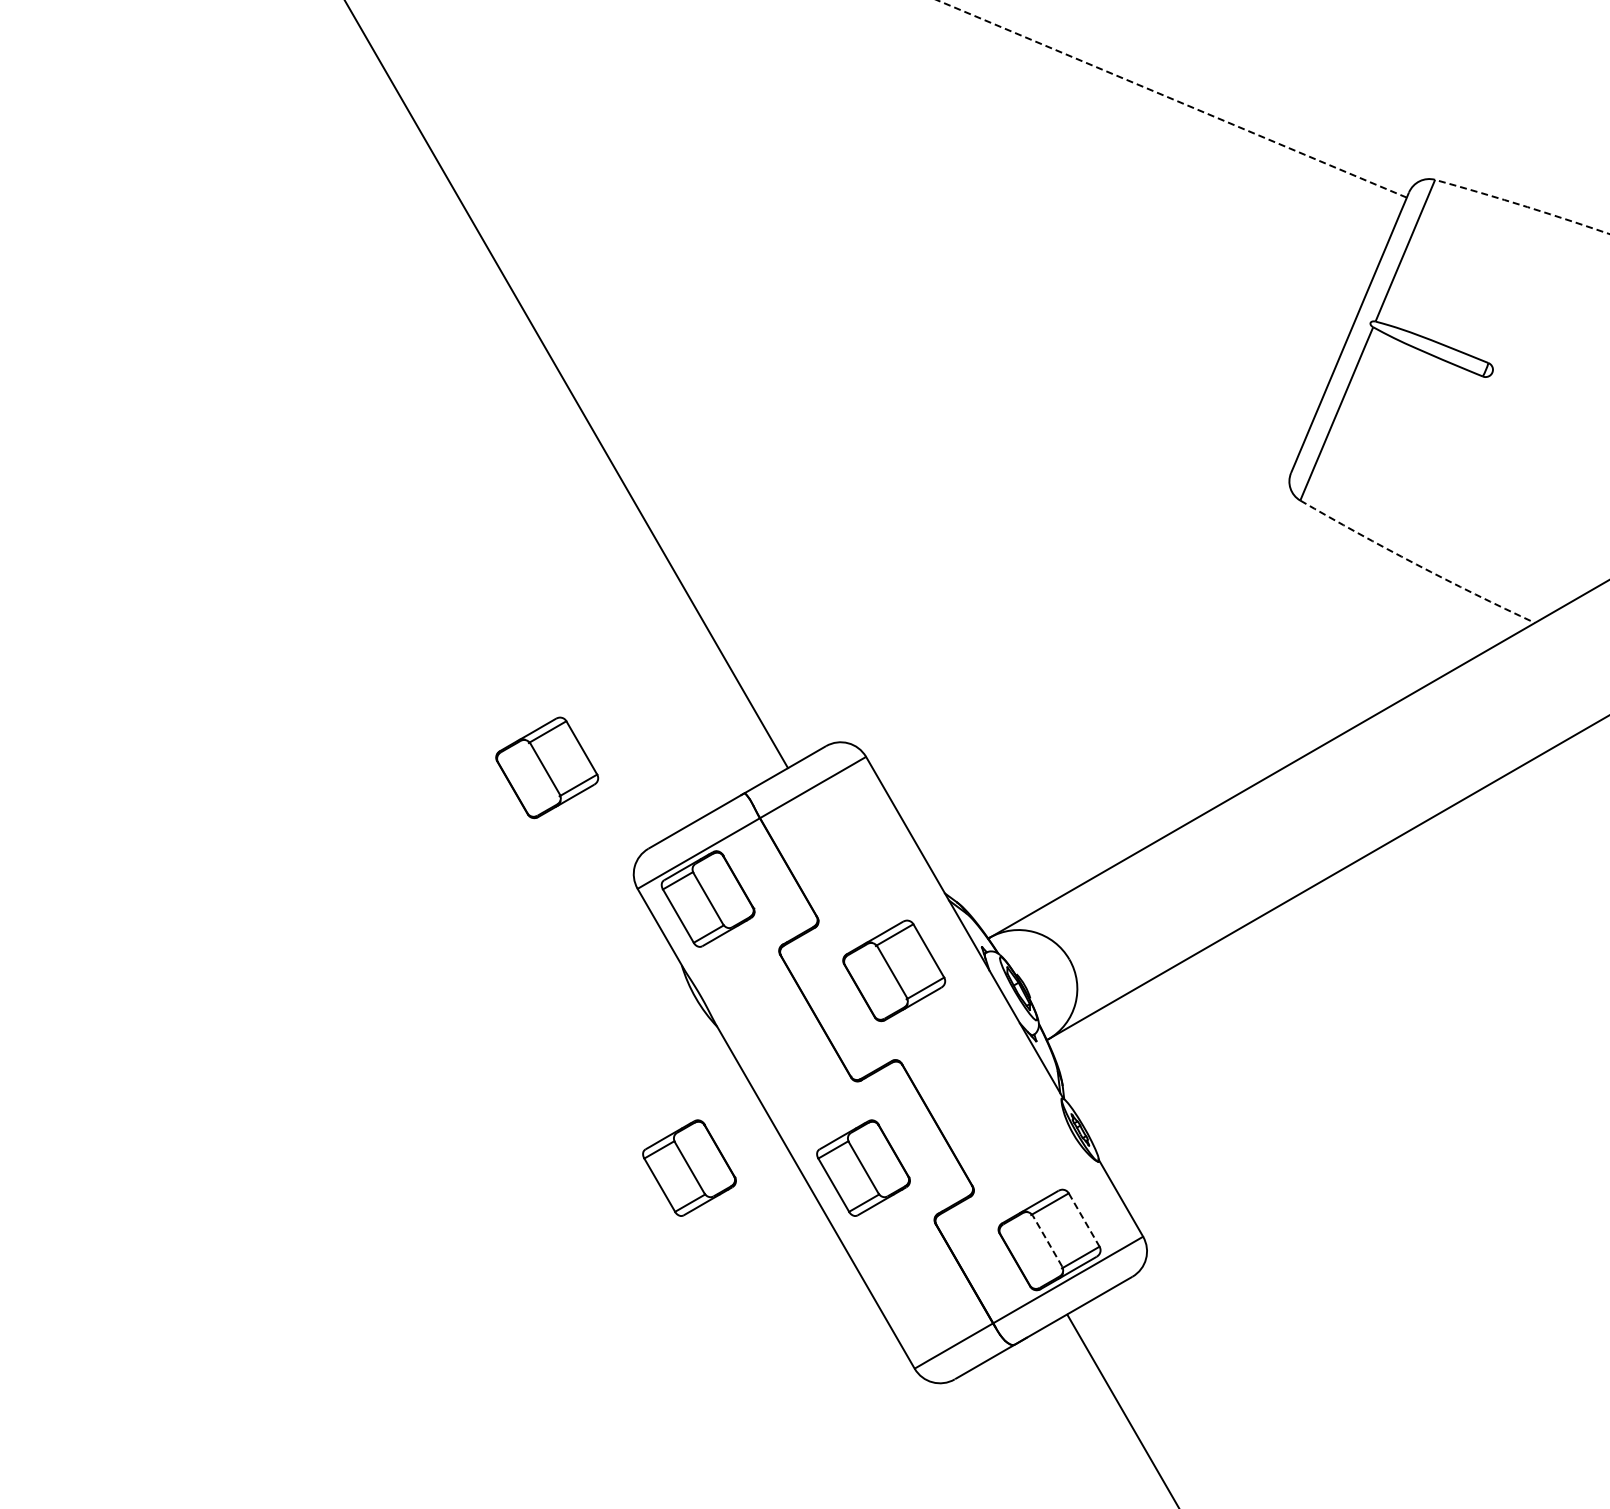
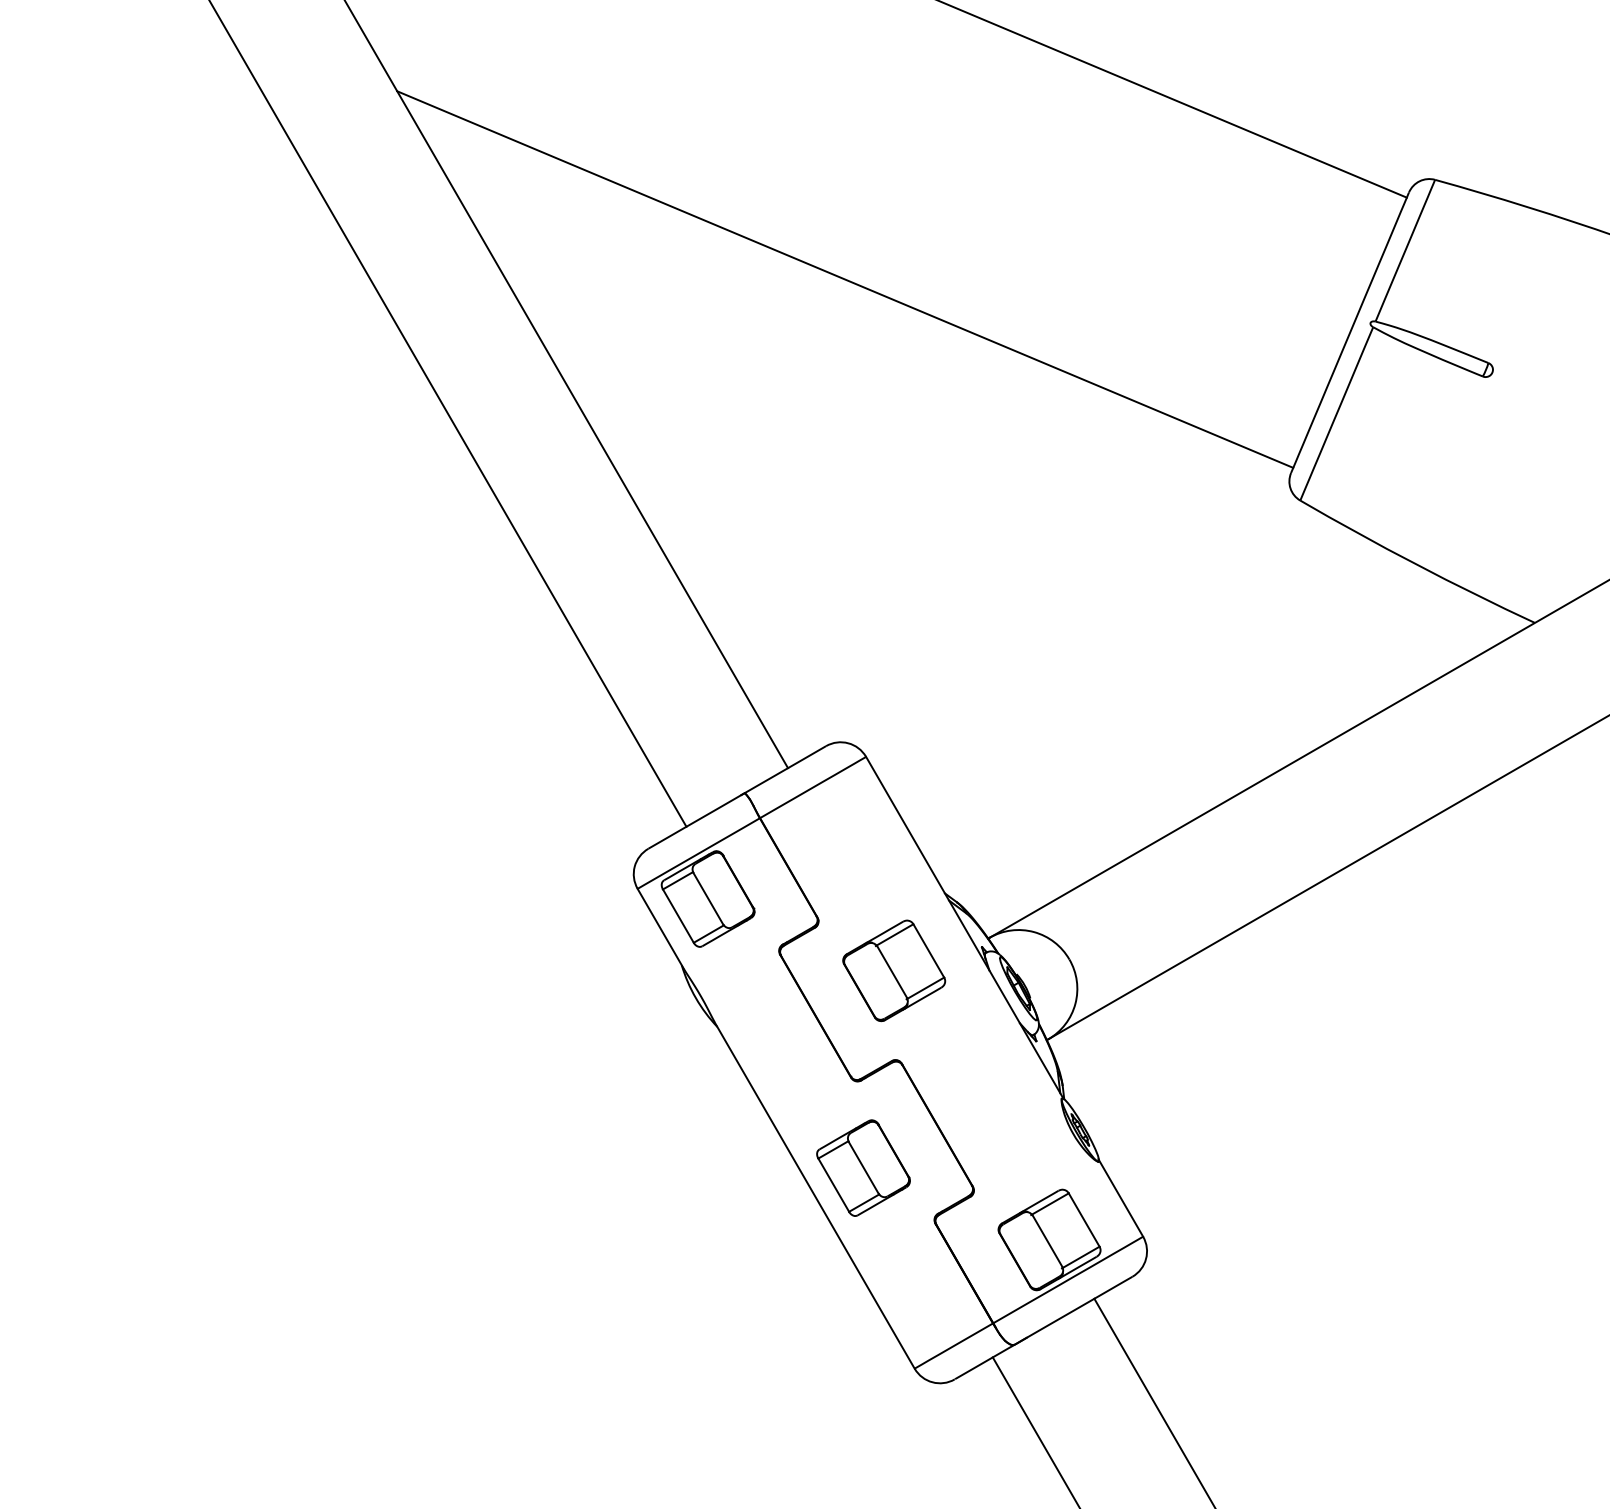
line at (1171, 98): dashed -> solid
arc at (1522, 205): dashed -> solid
line at (845, 279): none -> present
line at (448, 414): none -> present
arc at (1416, 564): dashed -> solid
part at (547, 767): present -> none
part at (689, 1167): present -> none
line at (1084, 1220): dashed -> solid
line at (1047, 1240): dashed -> solid
line at (1122, 1409) position: (1122, 1409) -> (1153, 1401)
line at (1035, 1431): none -> present
